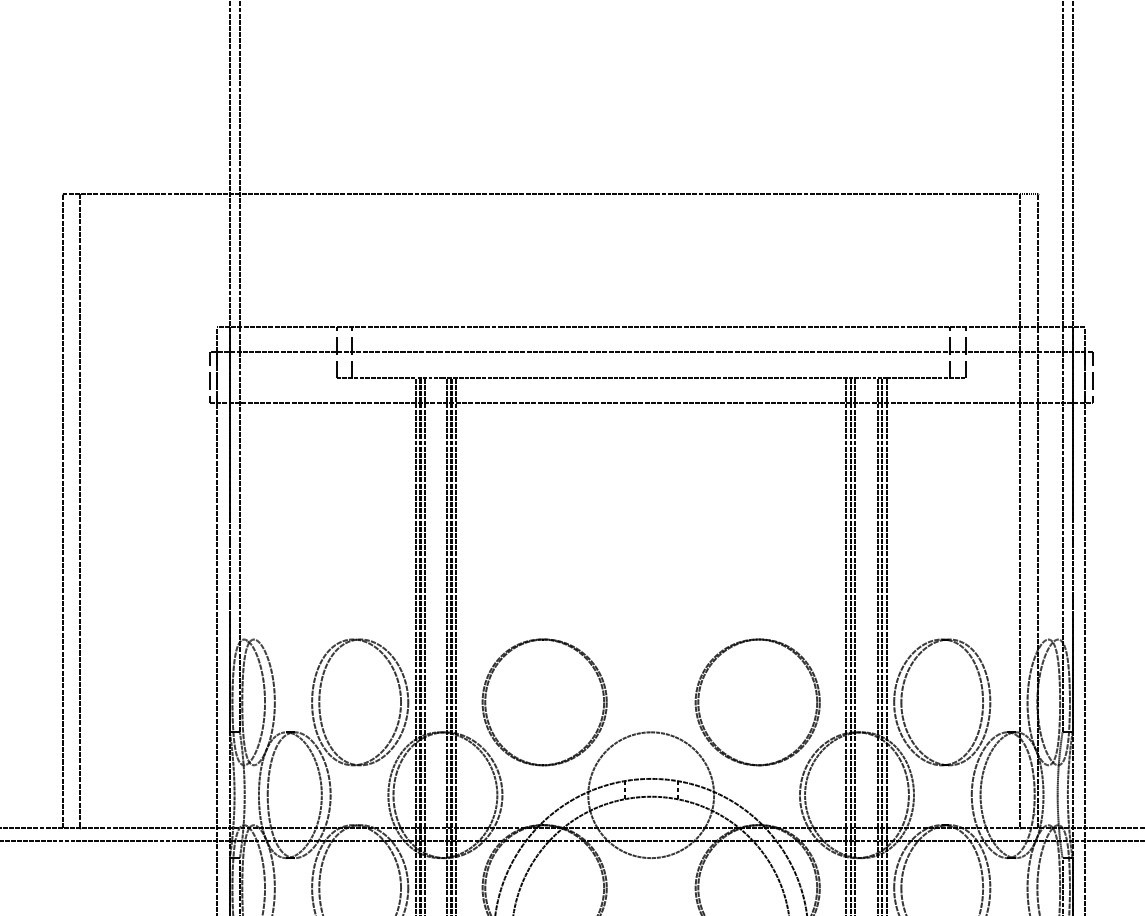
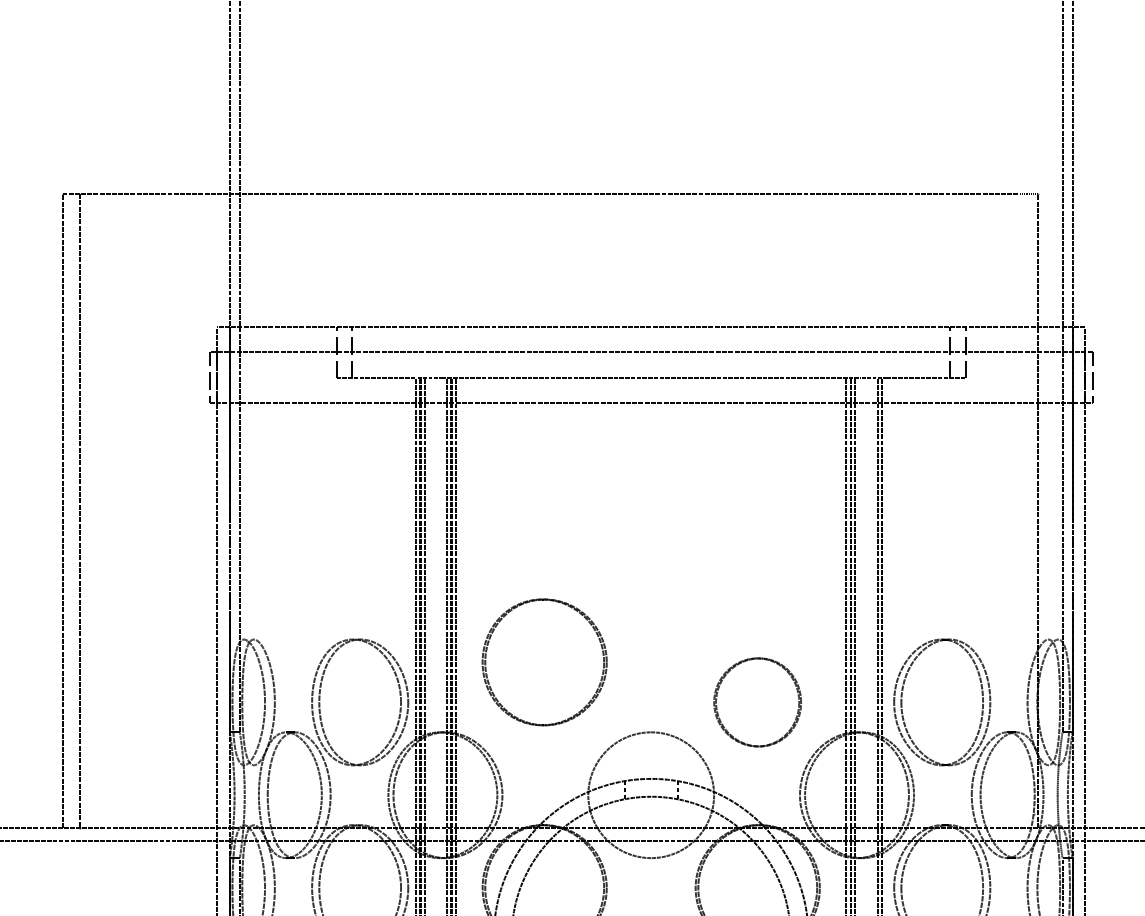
line at (1020, 510): present -> none
line at (886, 644): present -> none
part at (544, 702) position: (544, 702) -> (544, 662)
part at (757, 702) size: 127x129 px -> 89x91 px
